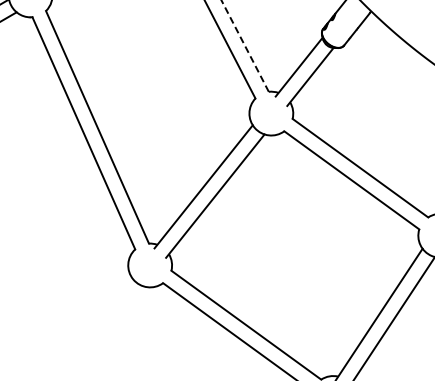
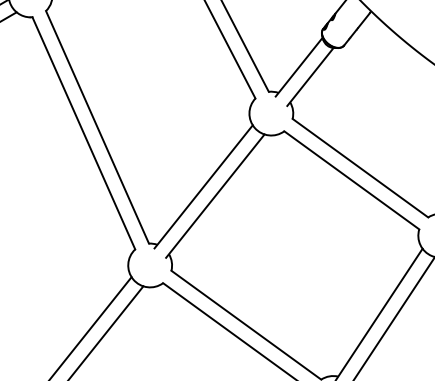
line at (245, 45): dashed -> solid
line at (91, 327): none -> present
line at (106, 331): none -> present
